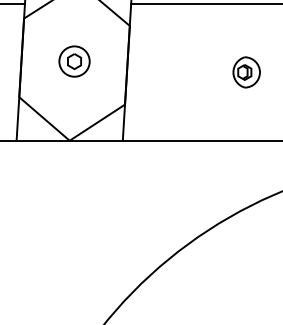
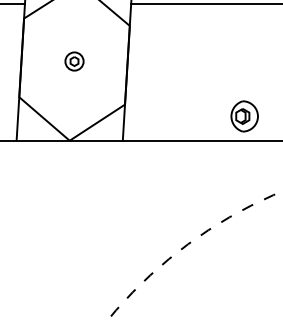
part at (74, 61) size: 33x33 px -> 21x21 px
part at (246, 72) position: (246, 72) -> (244, 116)
arc at (184, 247): solid -> dashed
